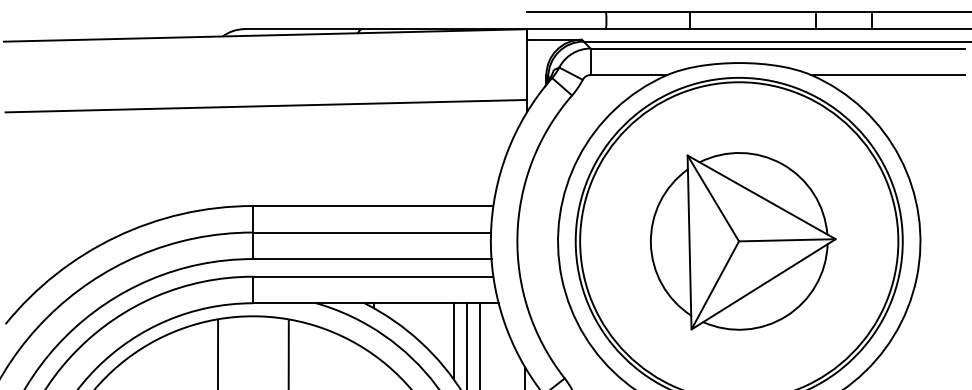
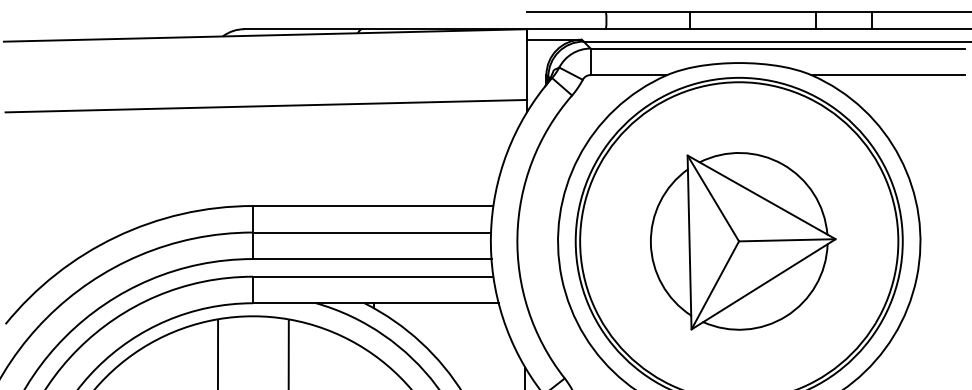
line at (453, 341): present -> none
line at (467, 344): present -> none
line at (480, 344): present -> none
